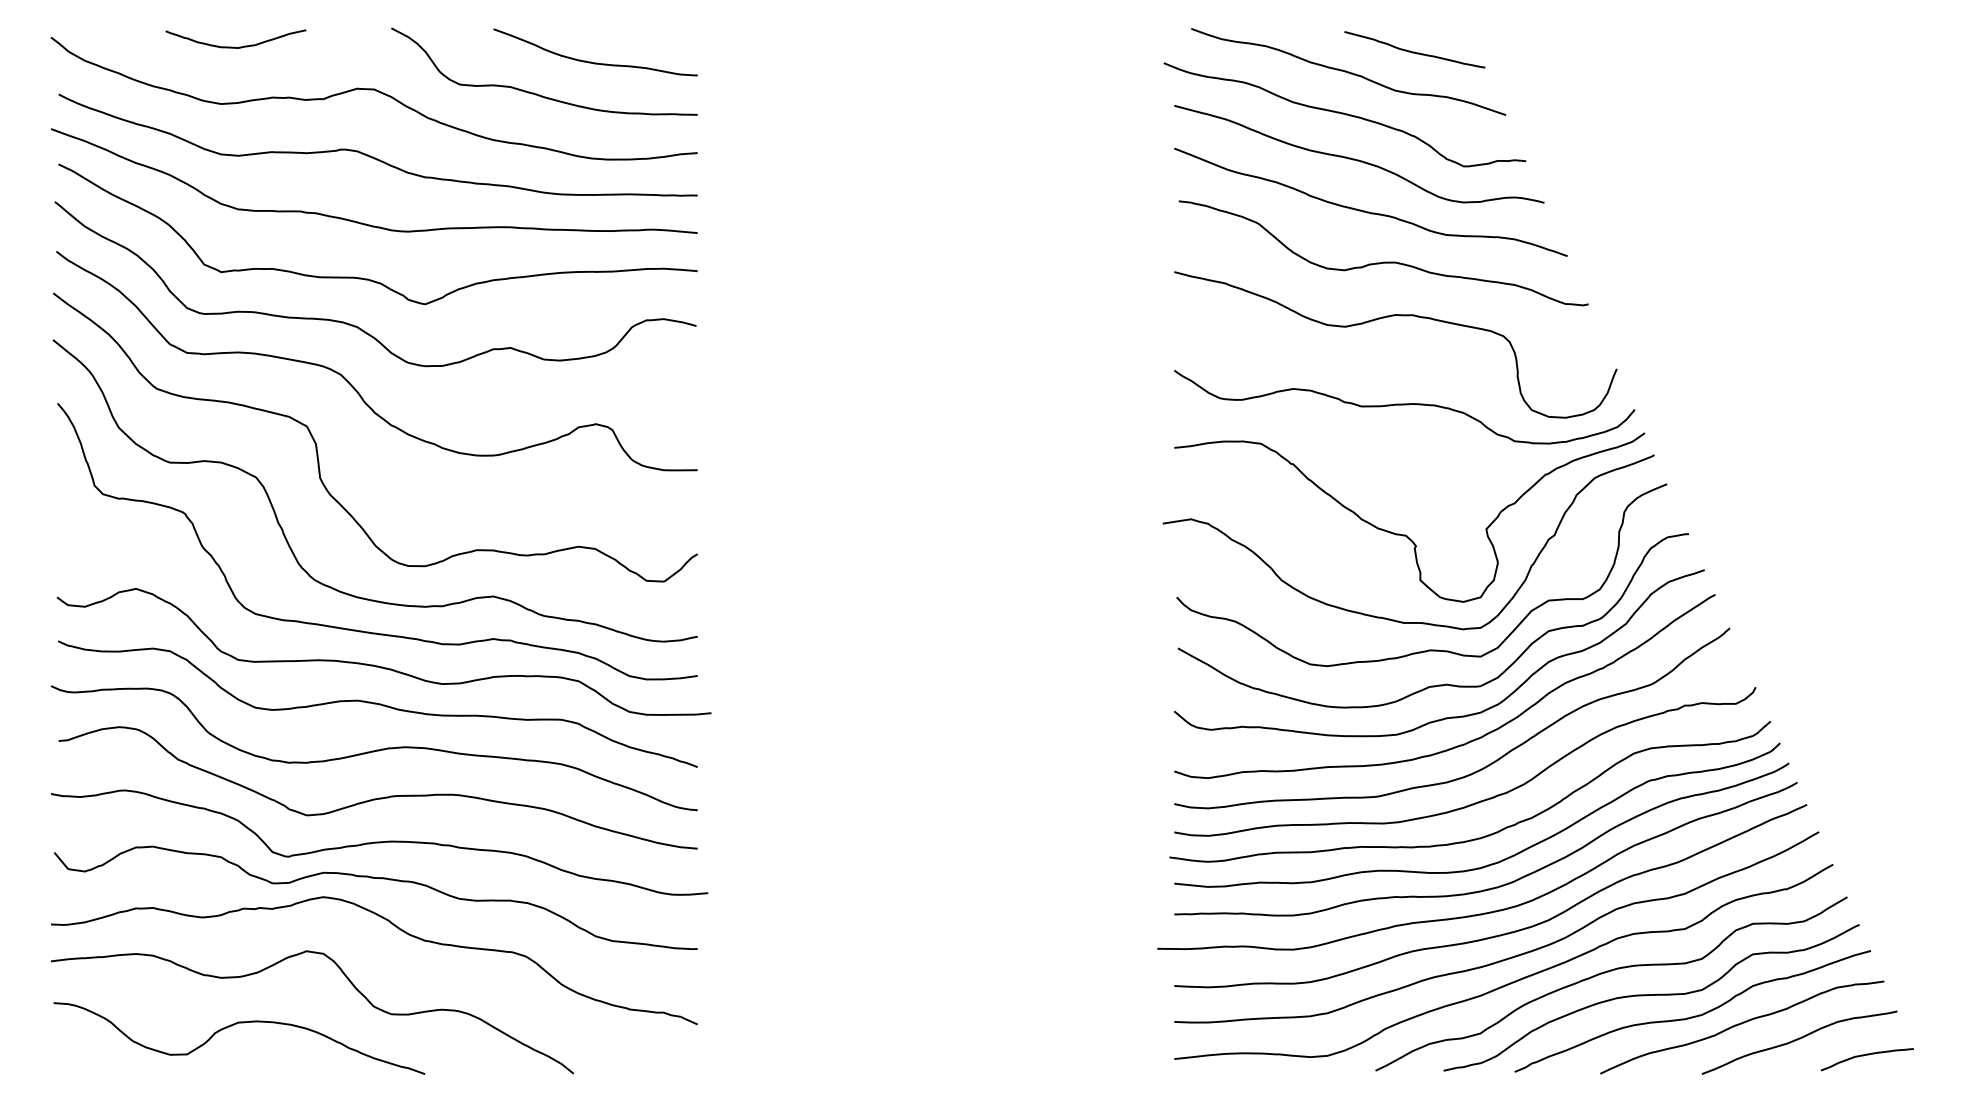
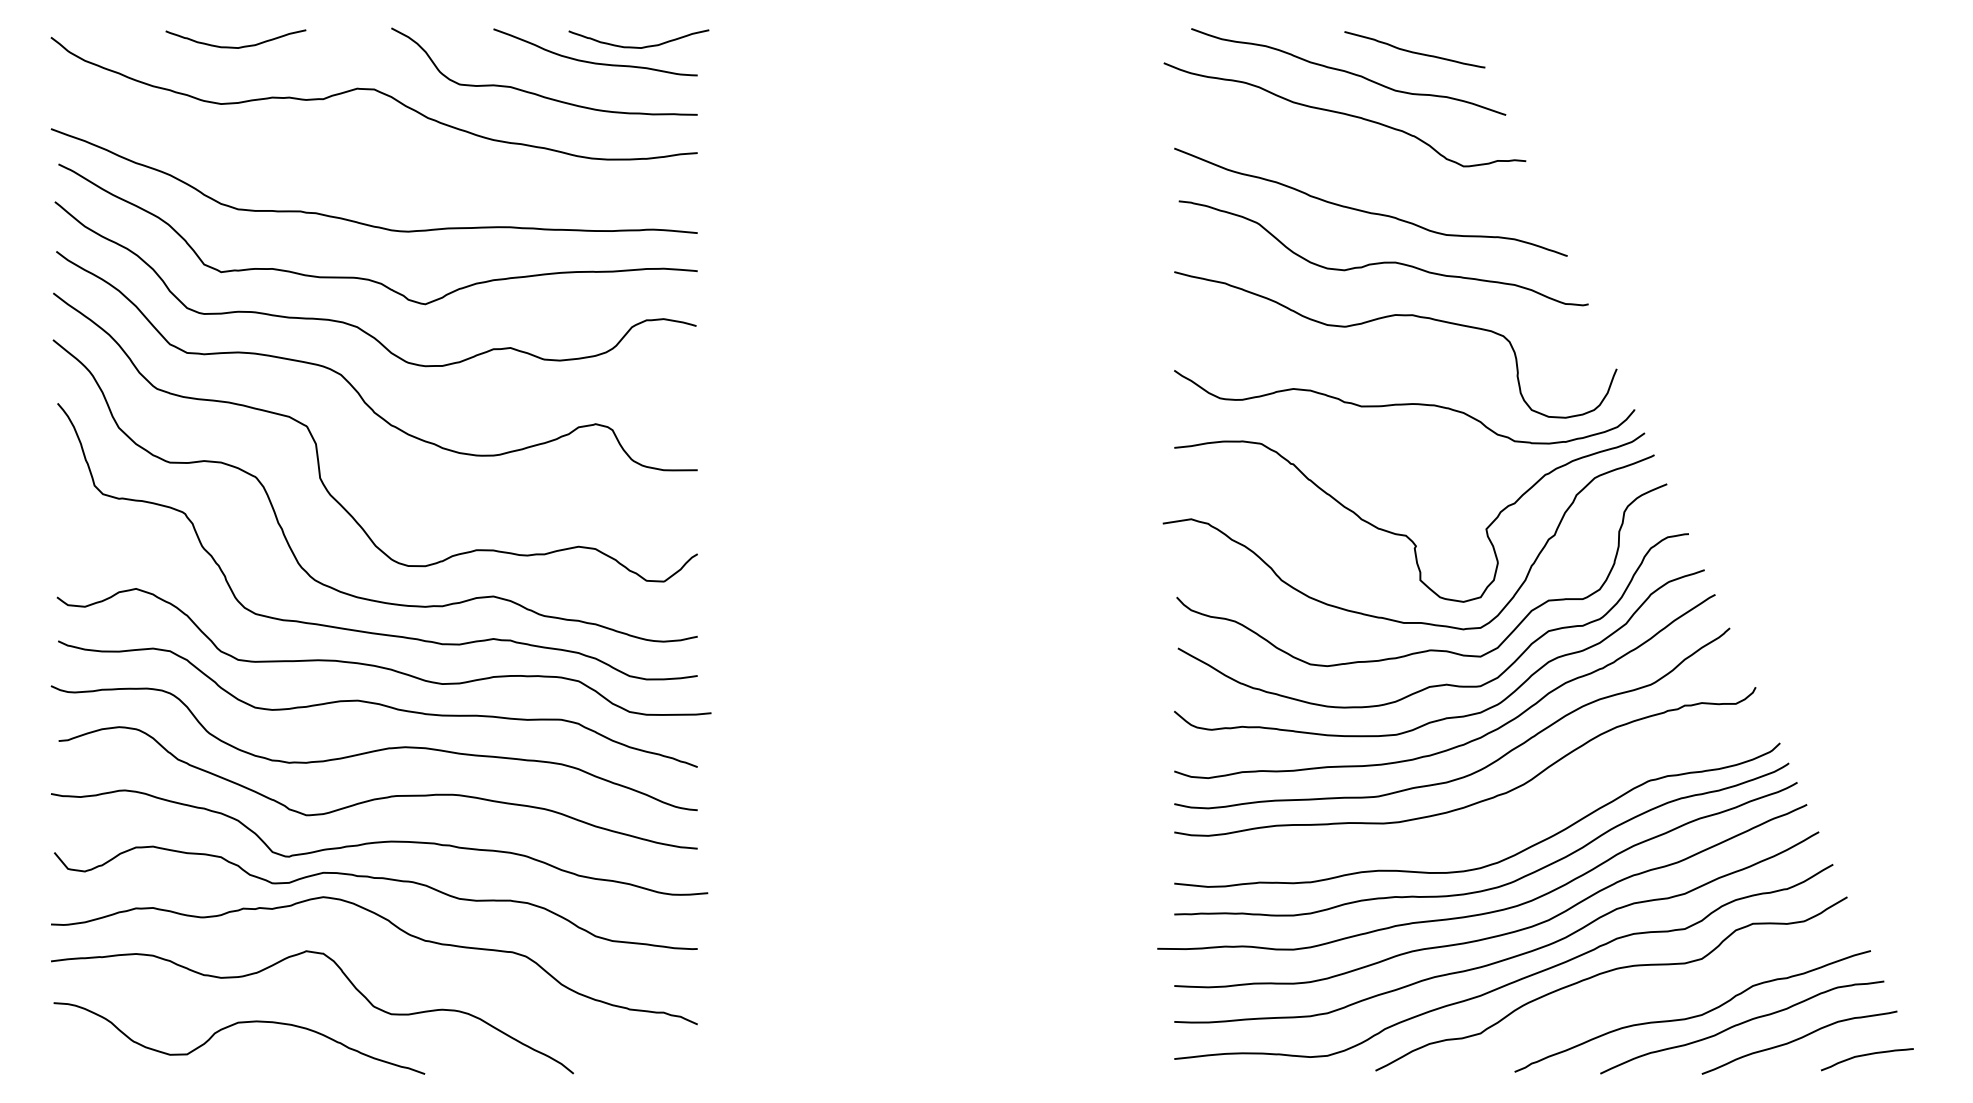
curve at (637, 46): none -> present
curve at (373, 156): present -> none
curve at (1358, 159): present -> none
curve at (1485, 835): present -> none
curve at (1651, 995): present -> none
